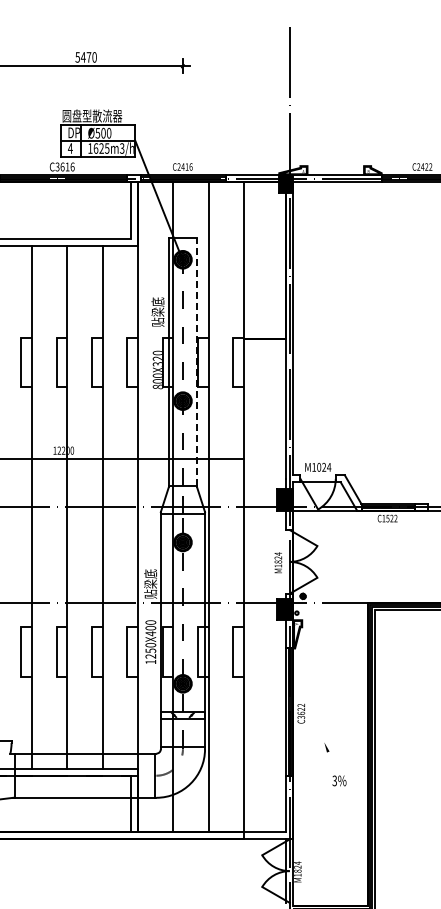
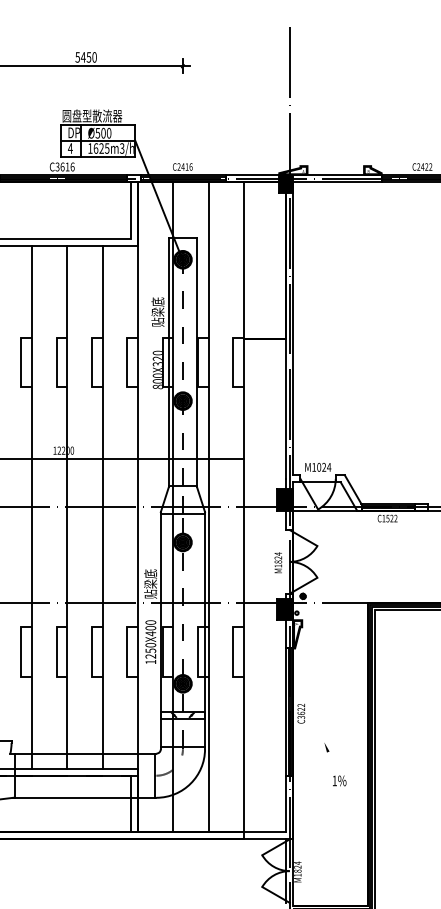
text at (88, 57): 5470 -> 5450
line at (197, 362): dashed -> solid
text at (334, 780): 3% -> 1%
